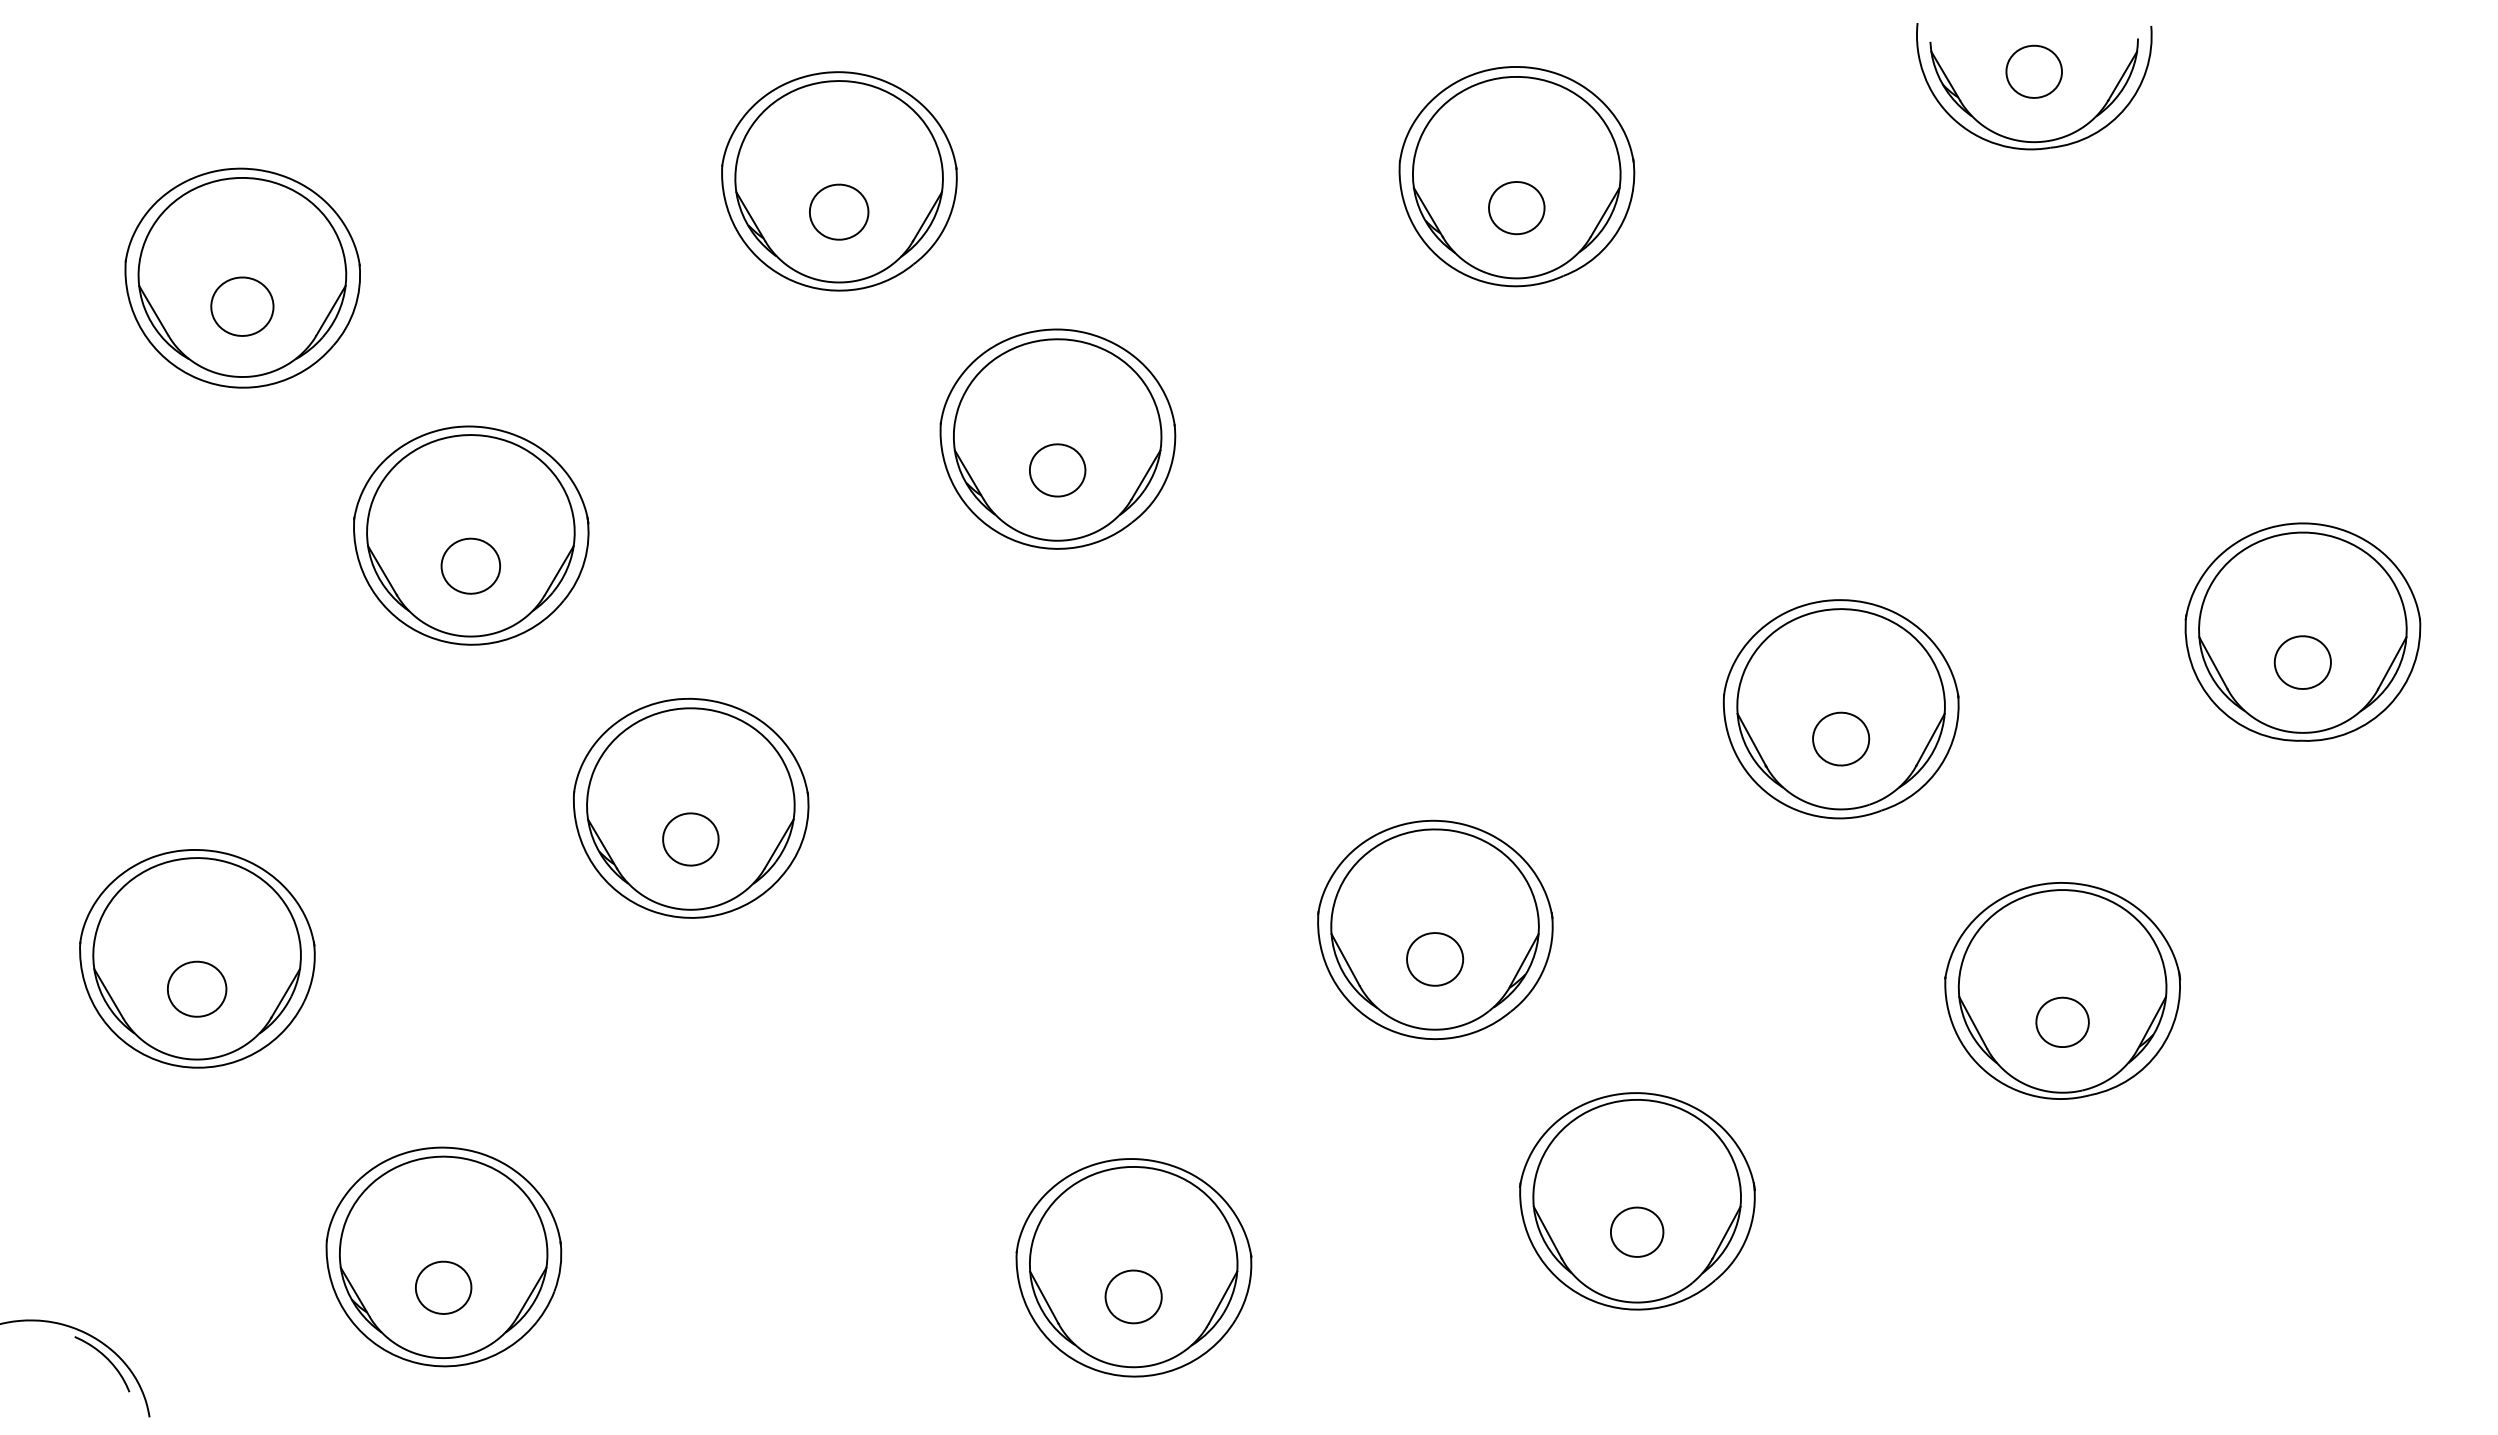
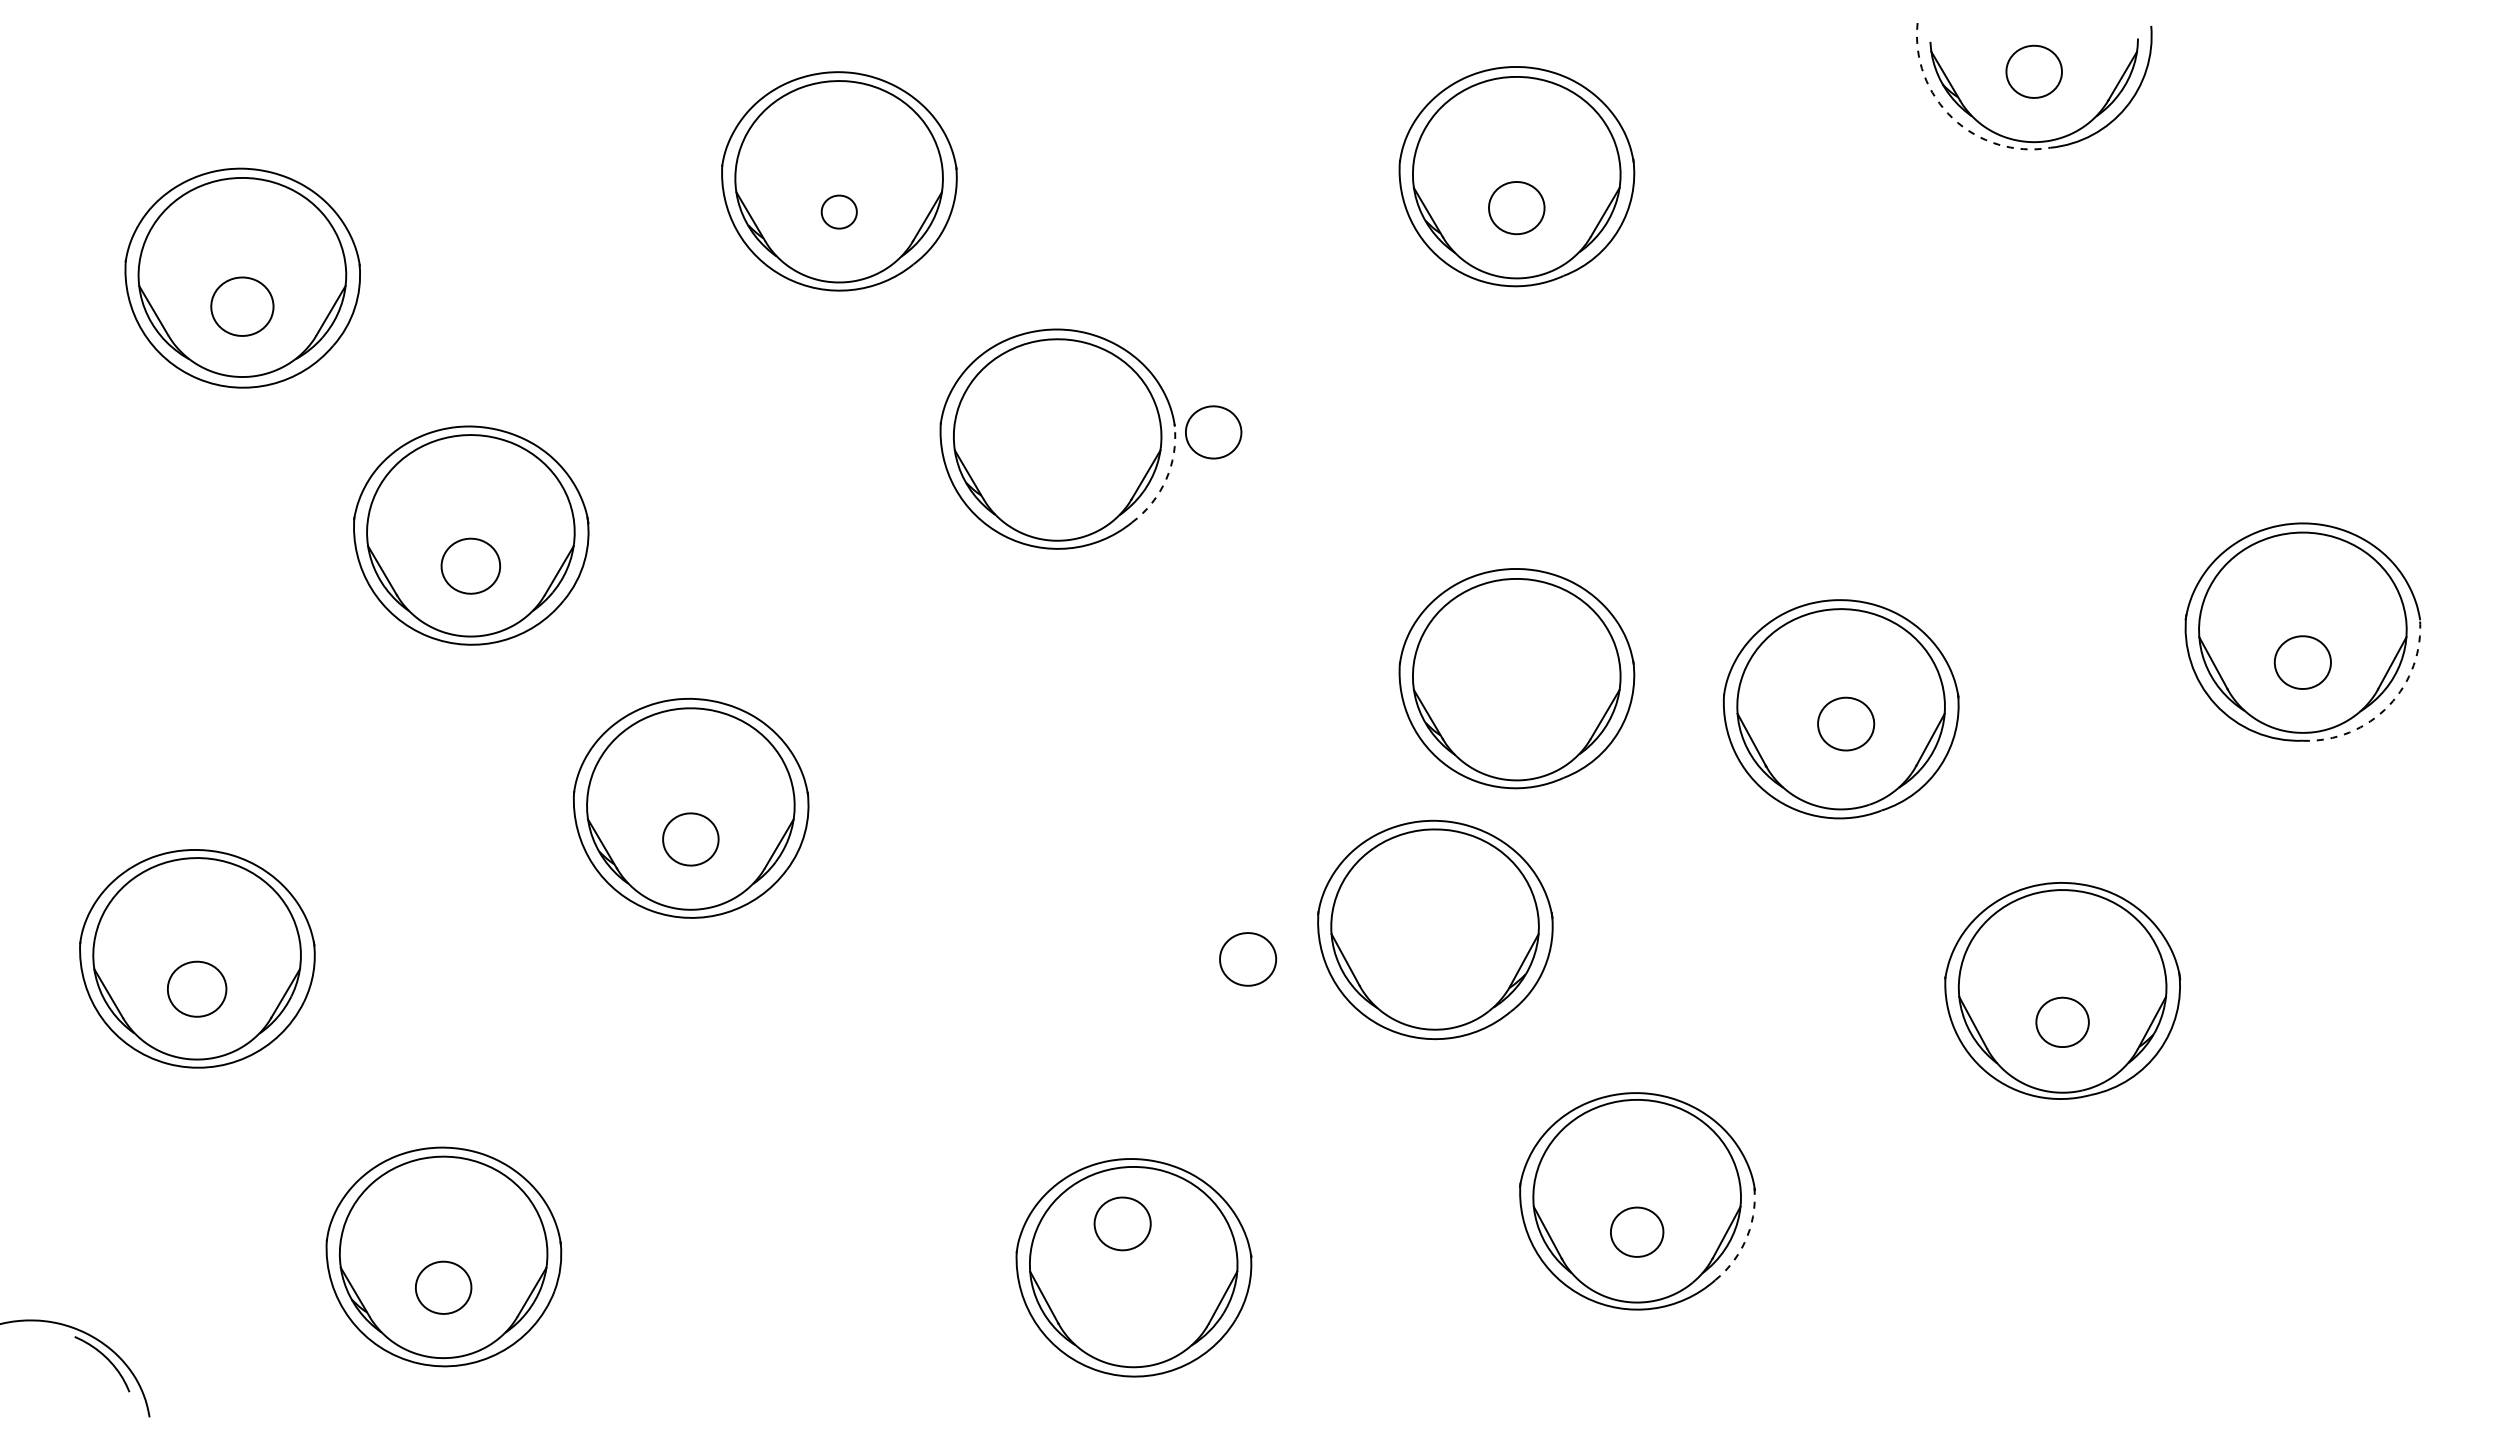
arc at (1952, 118): solid -> dashed
part at (839, 211) size: 61x58 px -> 38x36 px
part at (1057, 470) position: (1057, 470) -> (1213, 432)
arc at (1166, 479): solid -> dashed
part at (1516, 678): none -> present
arc at (2388, 705): solid -> dashed
part at (1841, 738) position: (1841, 738) -> (1846, 723)
part at (1435, 959) position: (1435, 959) -> (1248, 959)
arc at (1747, 1236): solid -> dashed
part at (1133, 1296) position: (1133, 1296) -> (1122, 1223)
